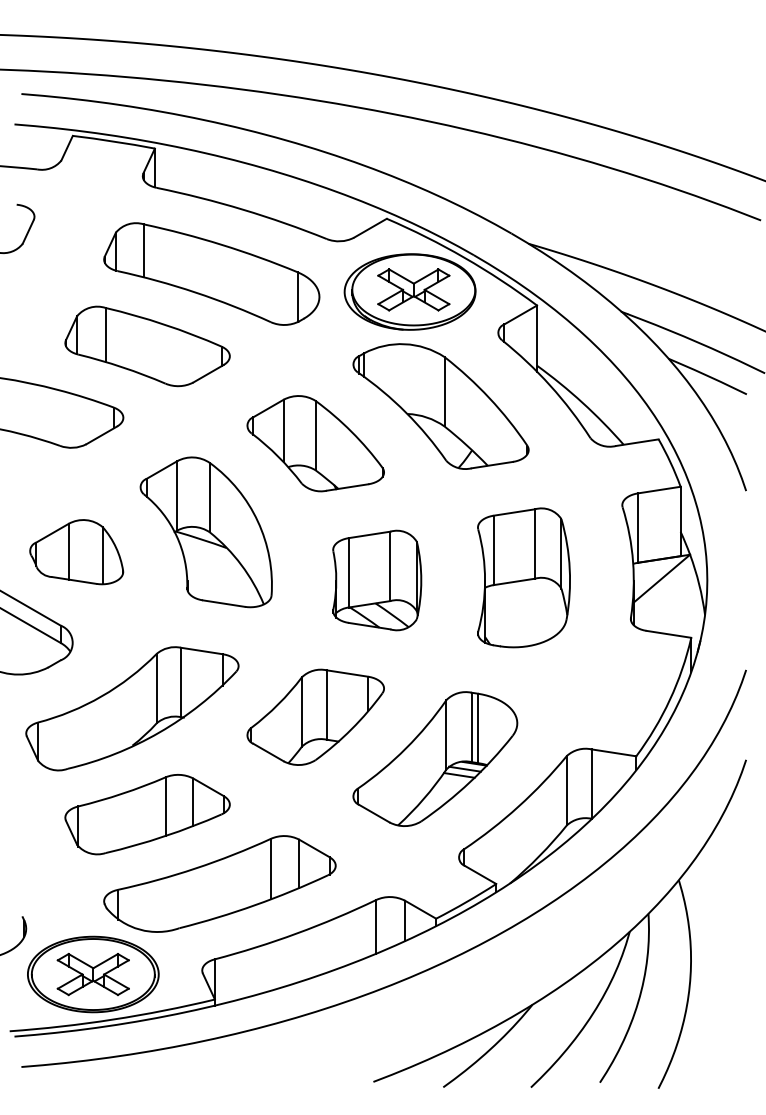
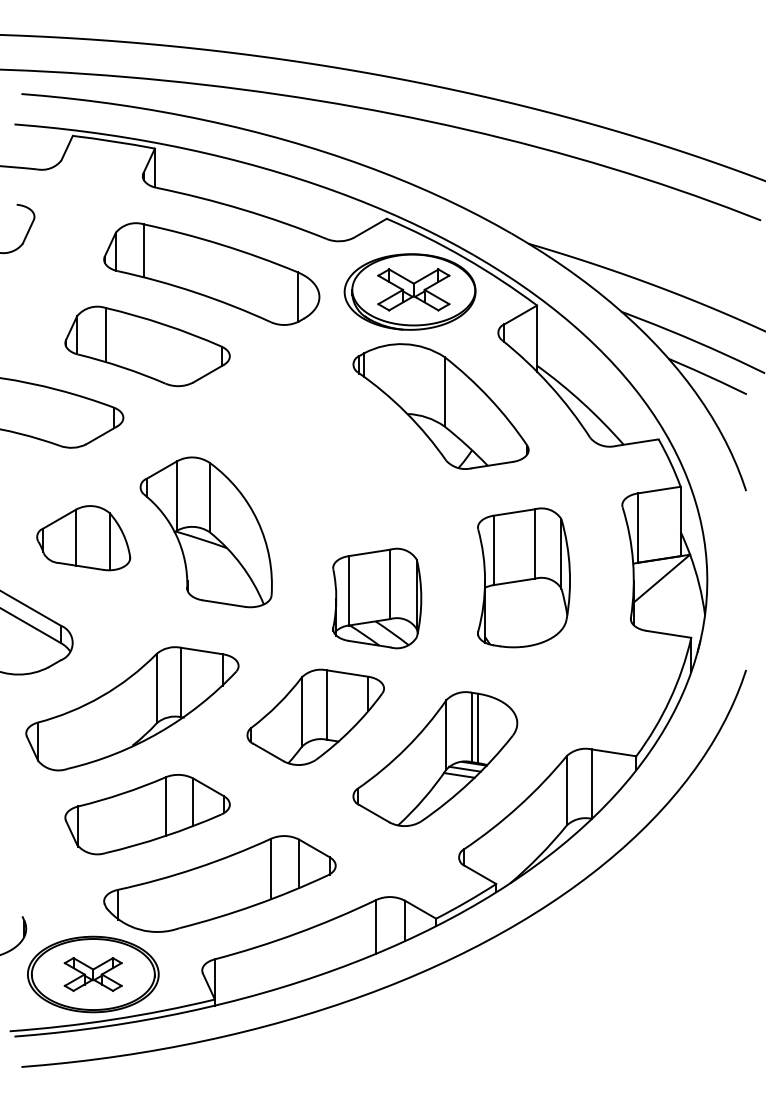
part at (315, 443): present -> none
part at (76, 552) position: (76, 552) -> (83, 538)
part at (377, 580) position: (377, 580) -> (377, 598)
part at (591, 962): present -> none
part at (92, 974) size: 74x45 px -> 60x35 px
